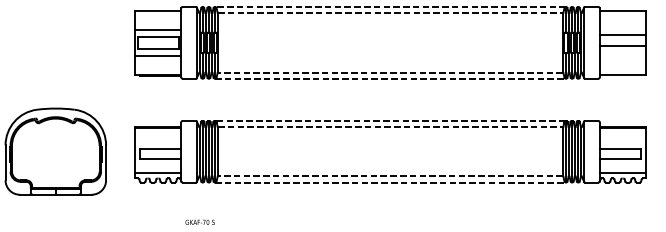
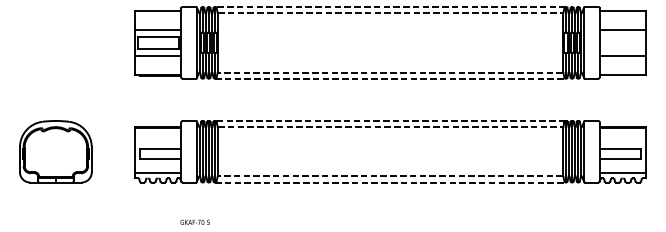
line at (622, 34) position: (622, 34) -> (622, 29)
line at (622, 46) position: (622, 46) -> (622, 56)
part at (55, 151) size: 103x89 px -> 74x64 px
text at (199, 221) position: (199, 221) -> (194, 221)
